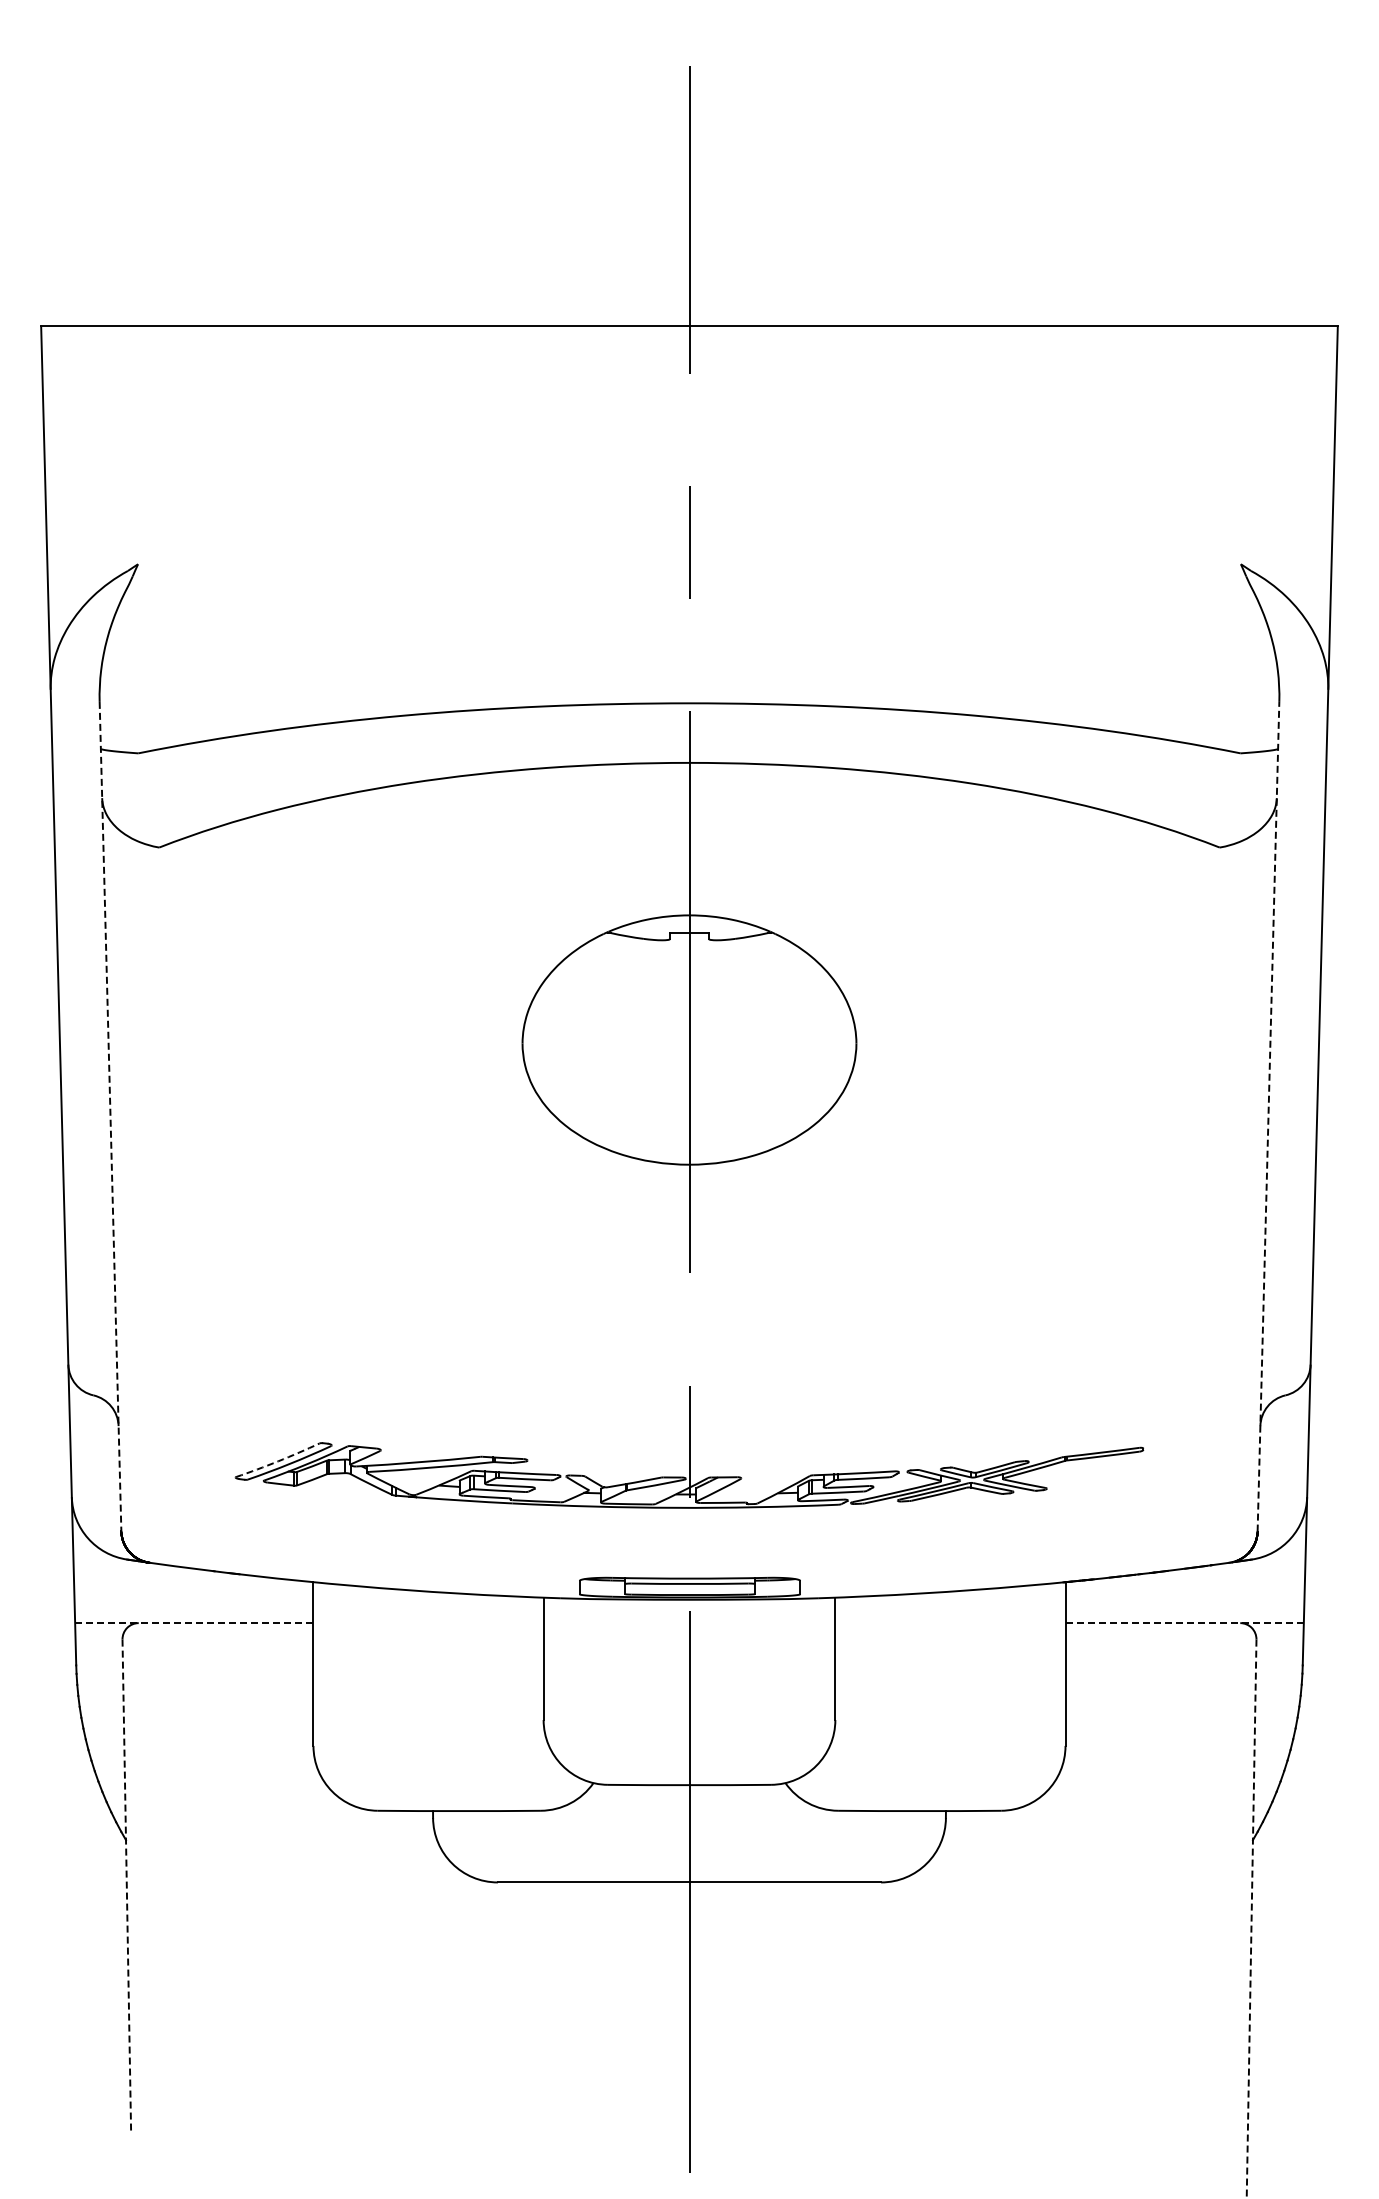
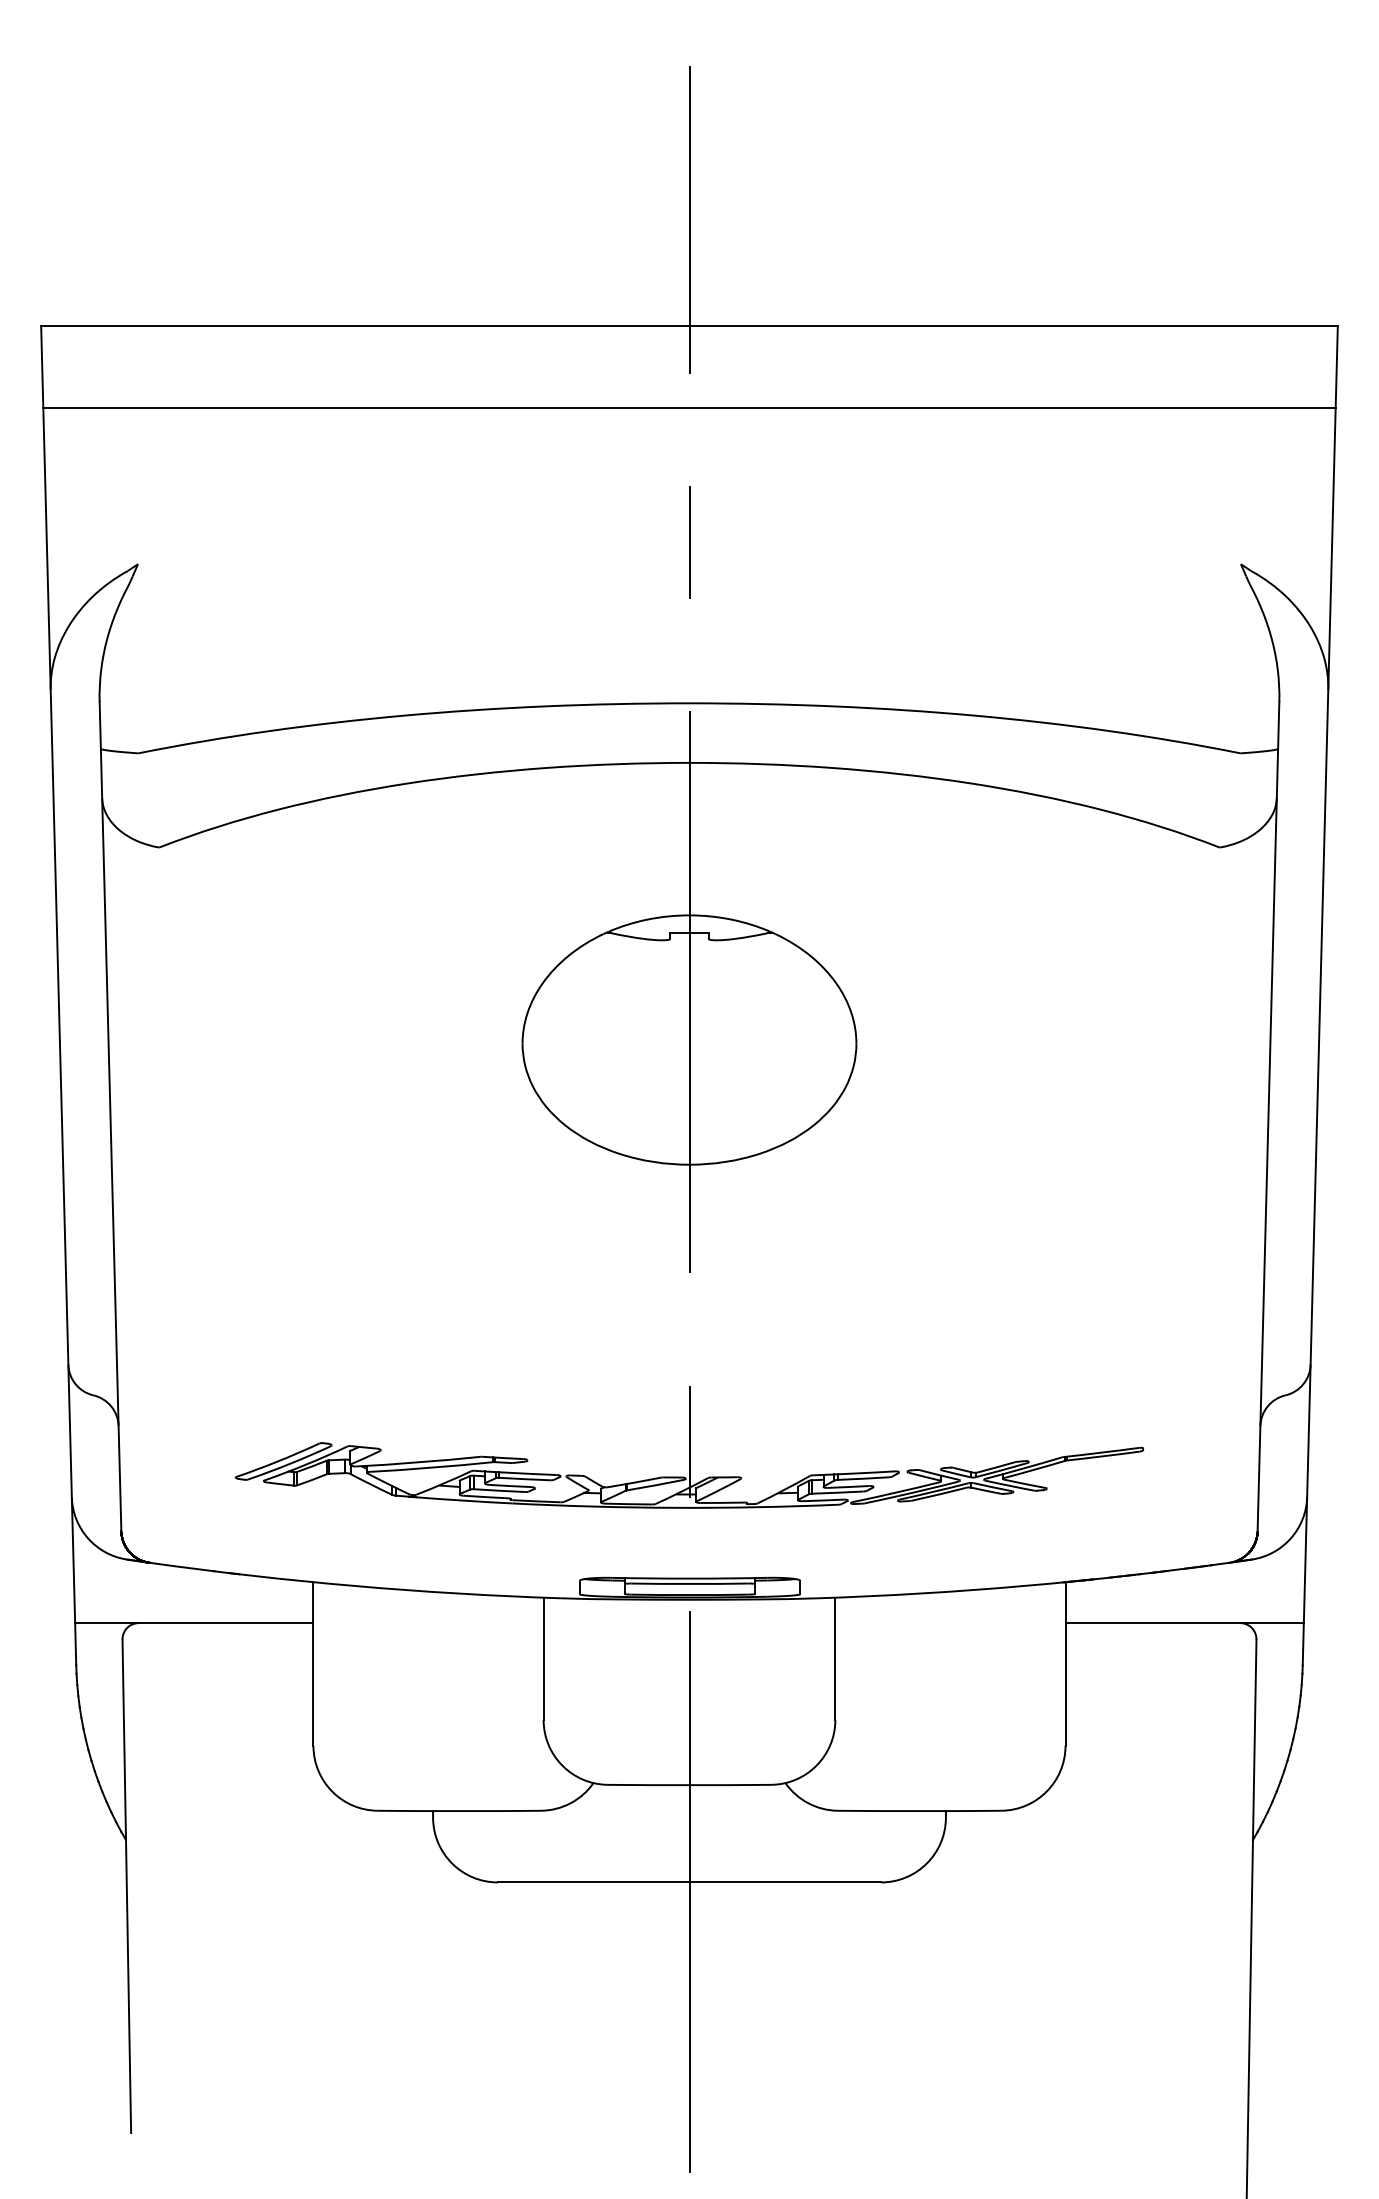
line at (689, 407): none -> present
line at (110, 1116): dashed -> solid
line at (1268, 1116): dashed -> solid
arc at (278, 1461): dashed -> solid
line at (193, 1623): dashed -> solid
line at (1184, 1623): dashed -> solid
line at (126, 1886): dashed -> solid
line at (1251, 1919): dashed -> solid
